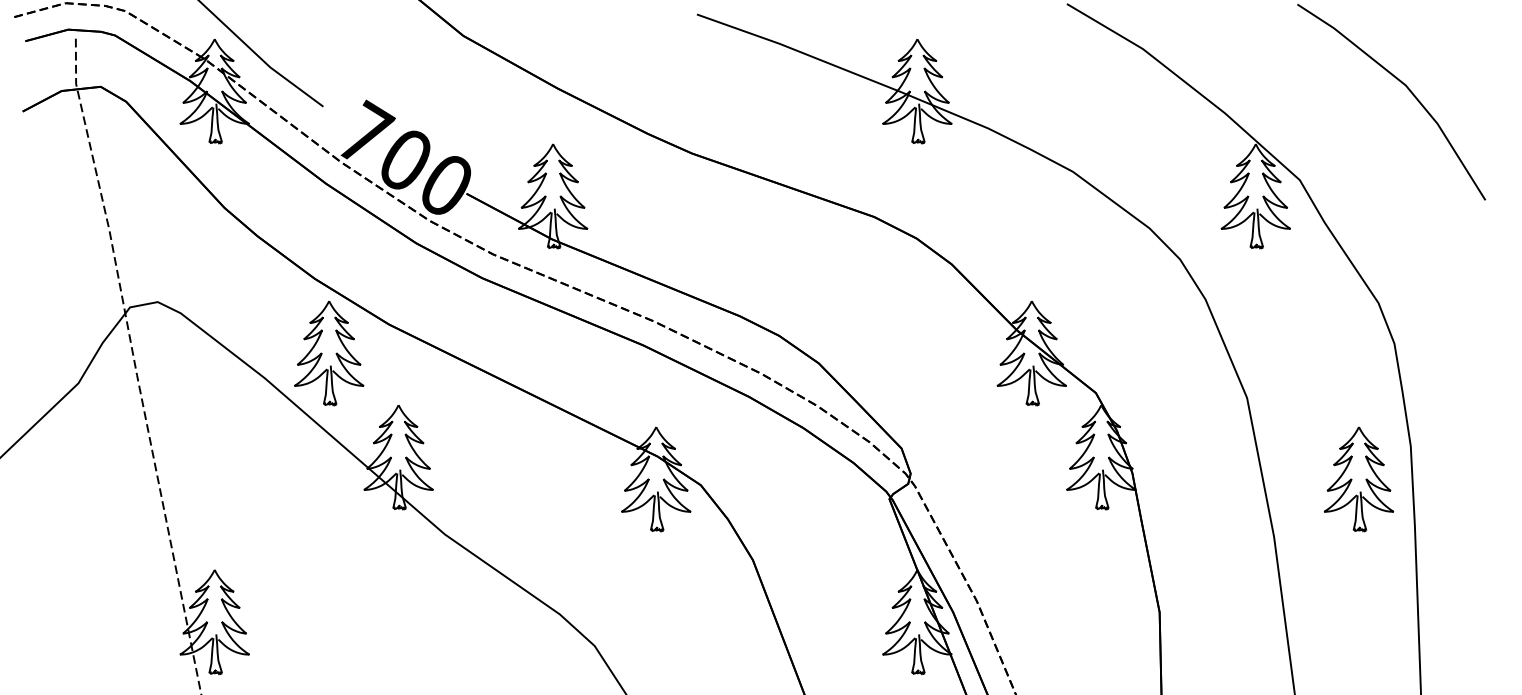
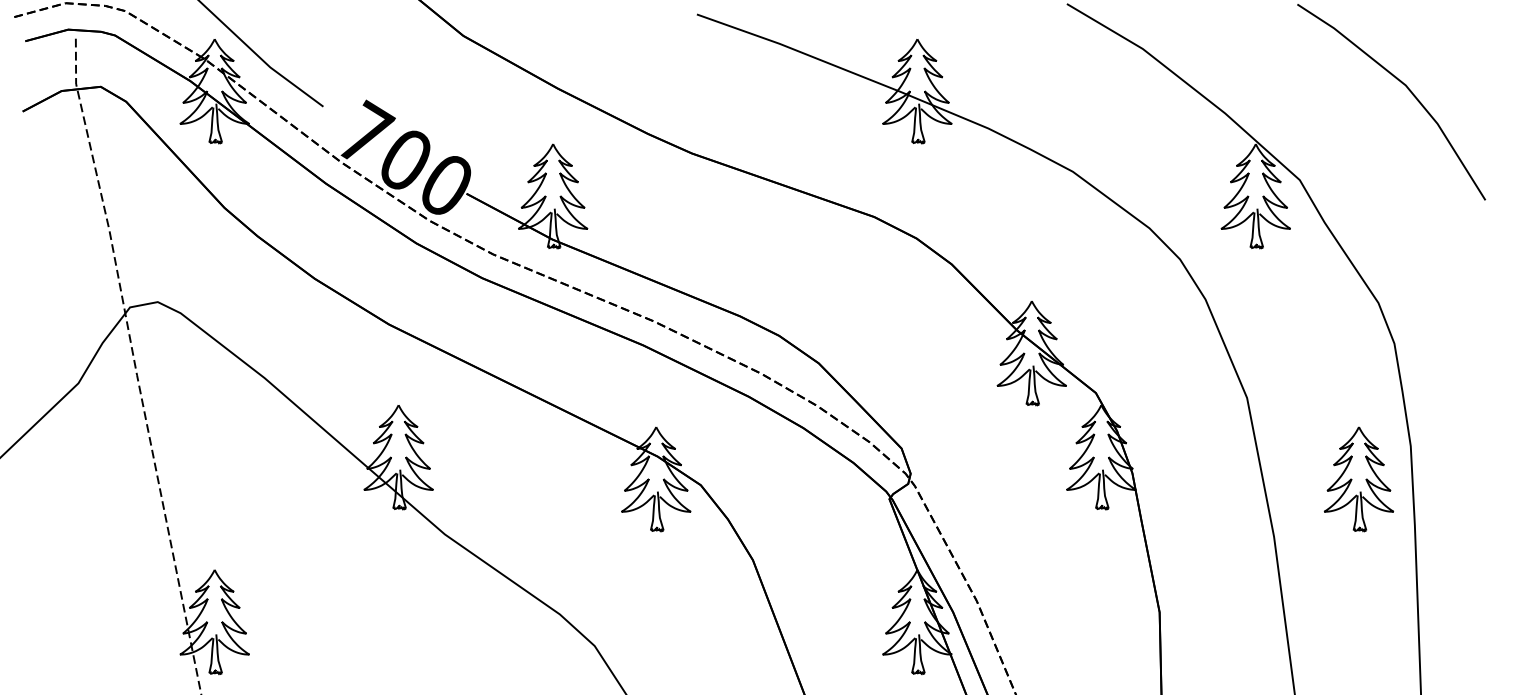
part at (329, 353): present -> none
